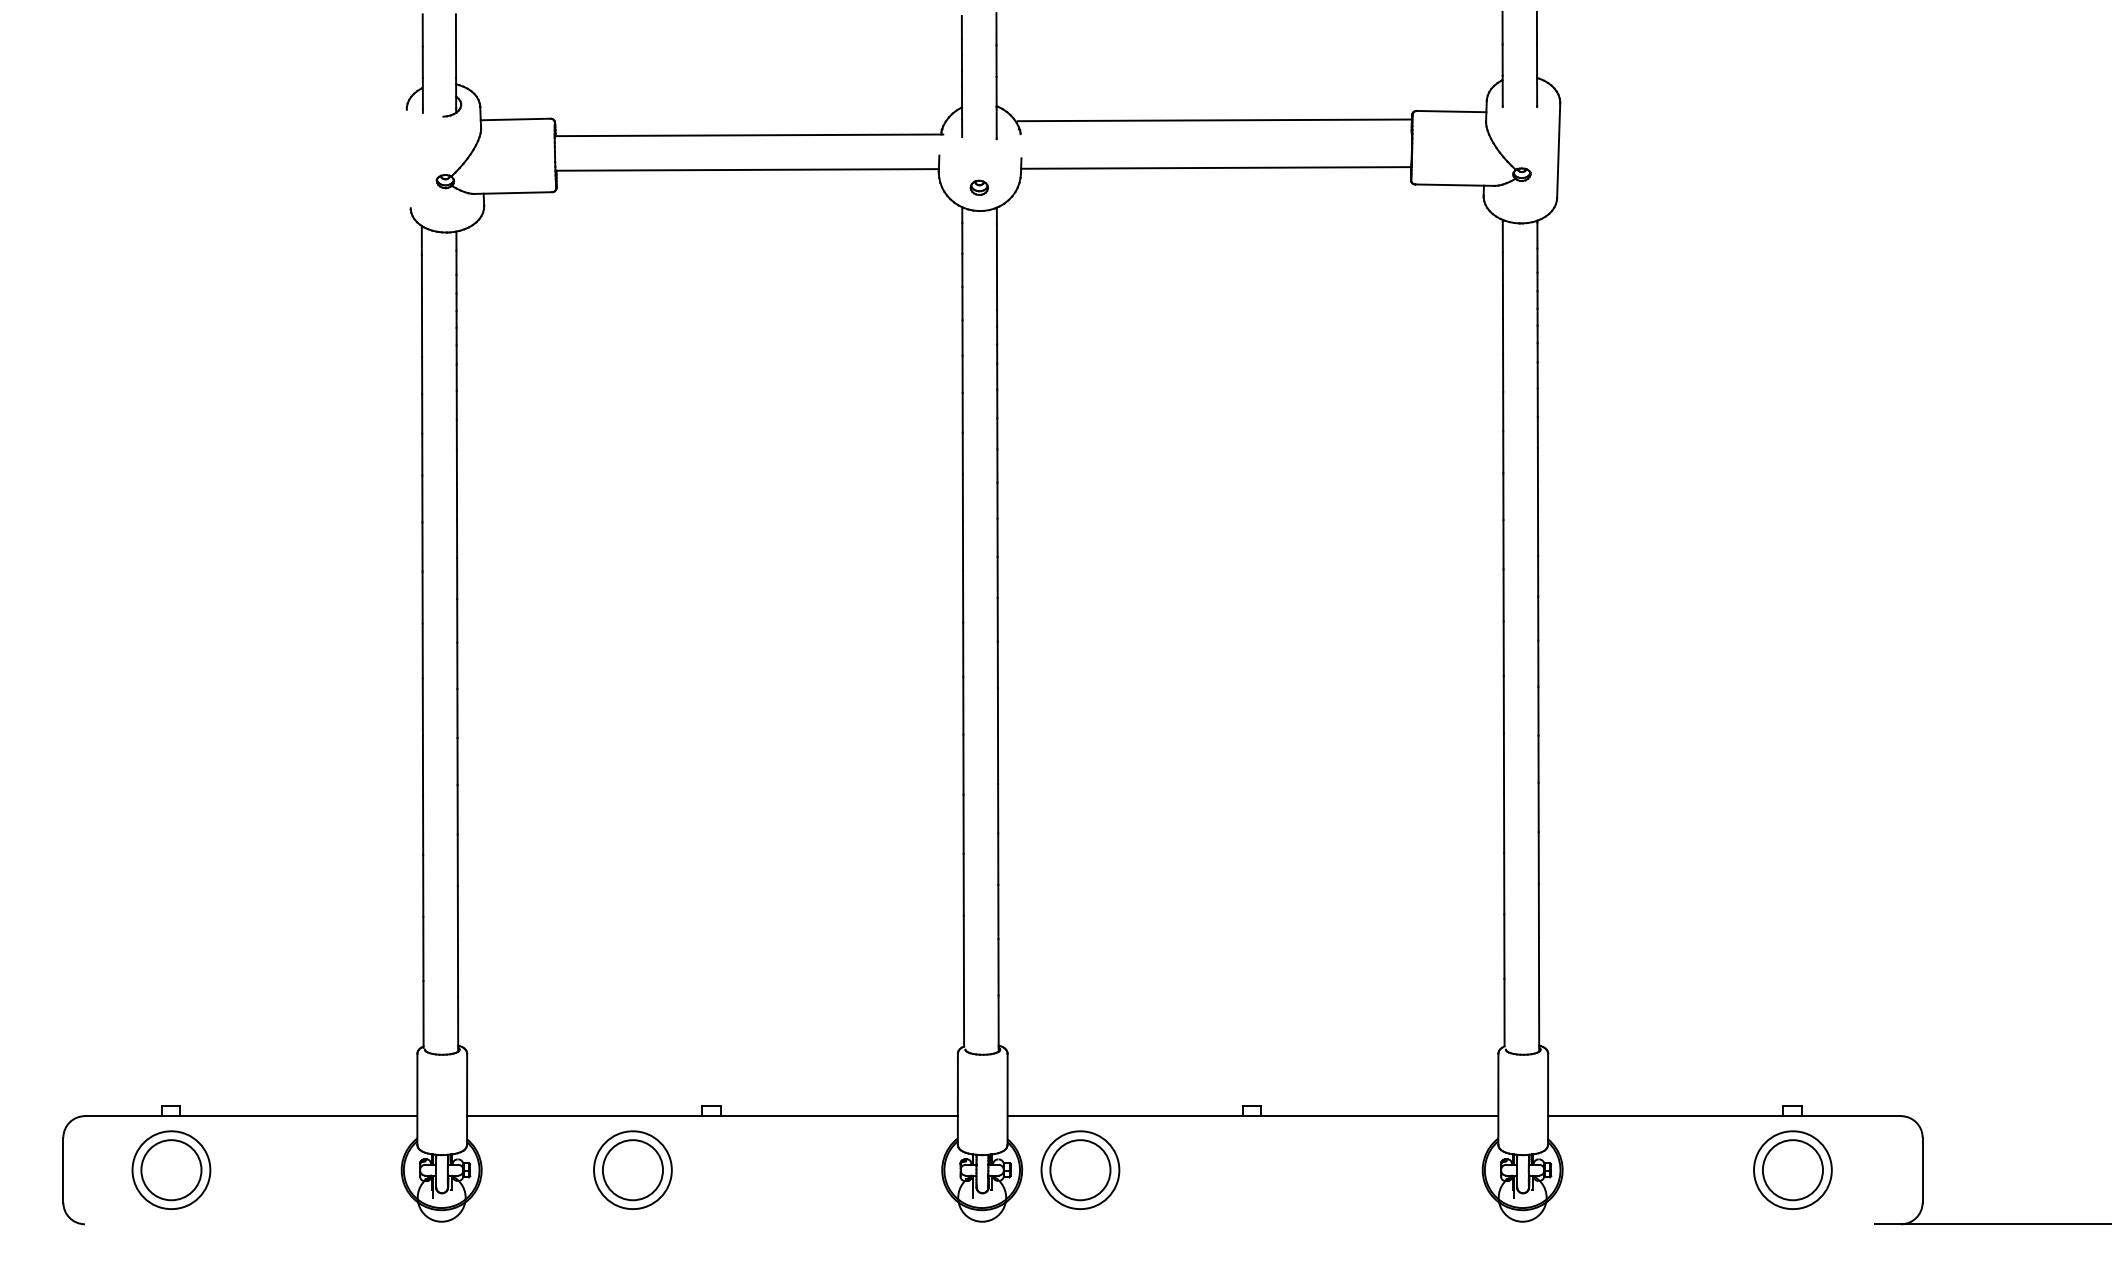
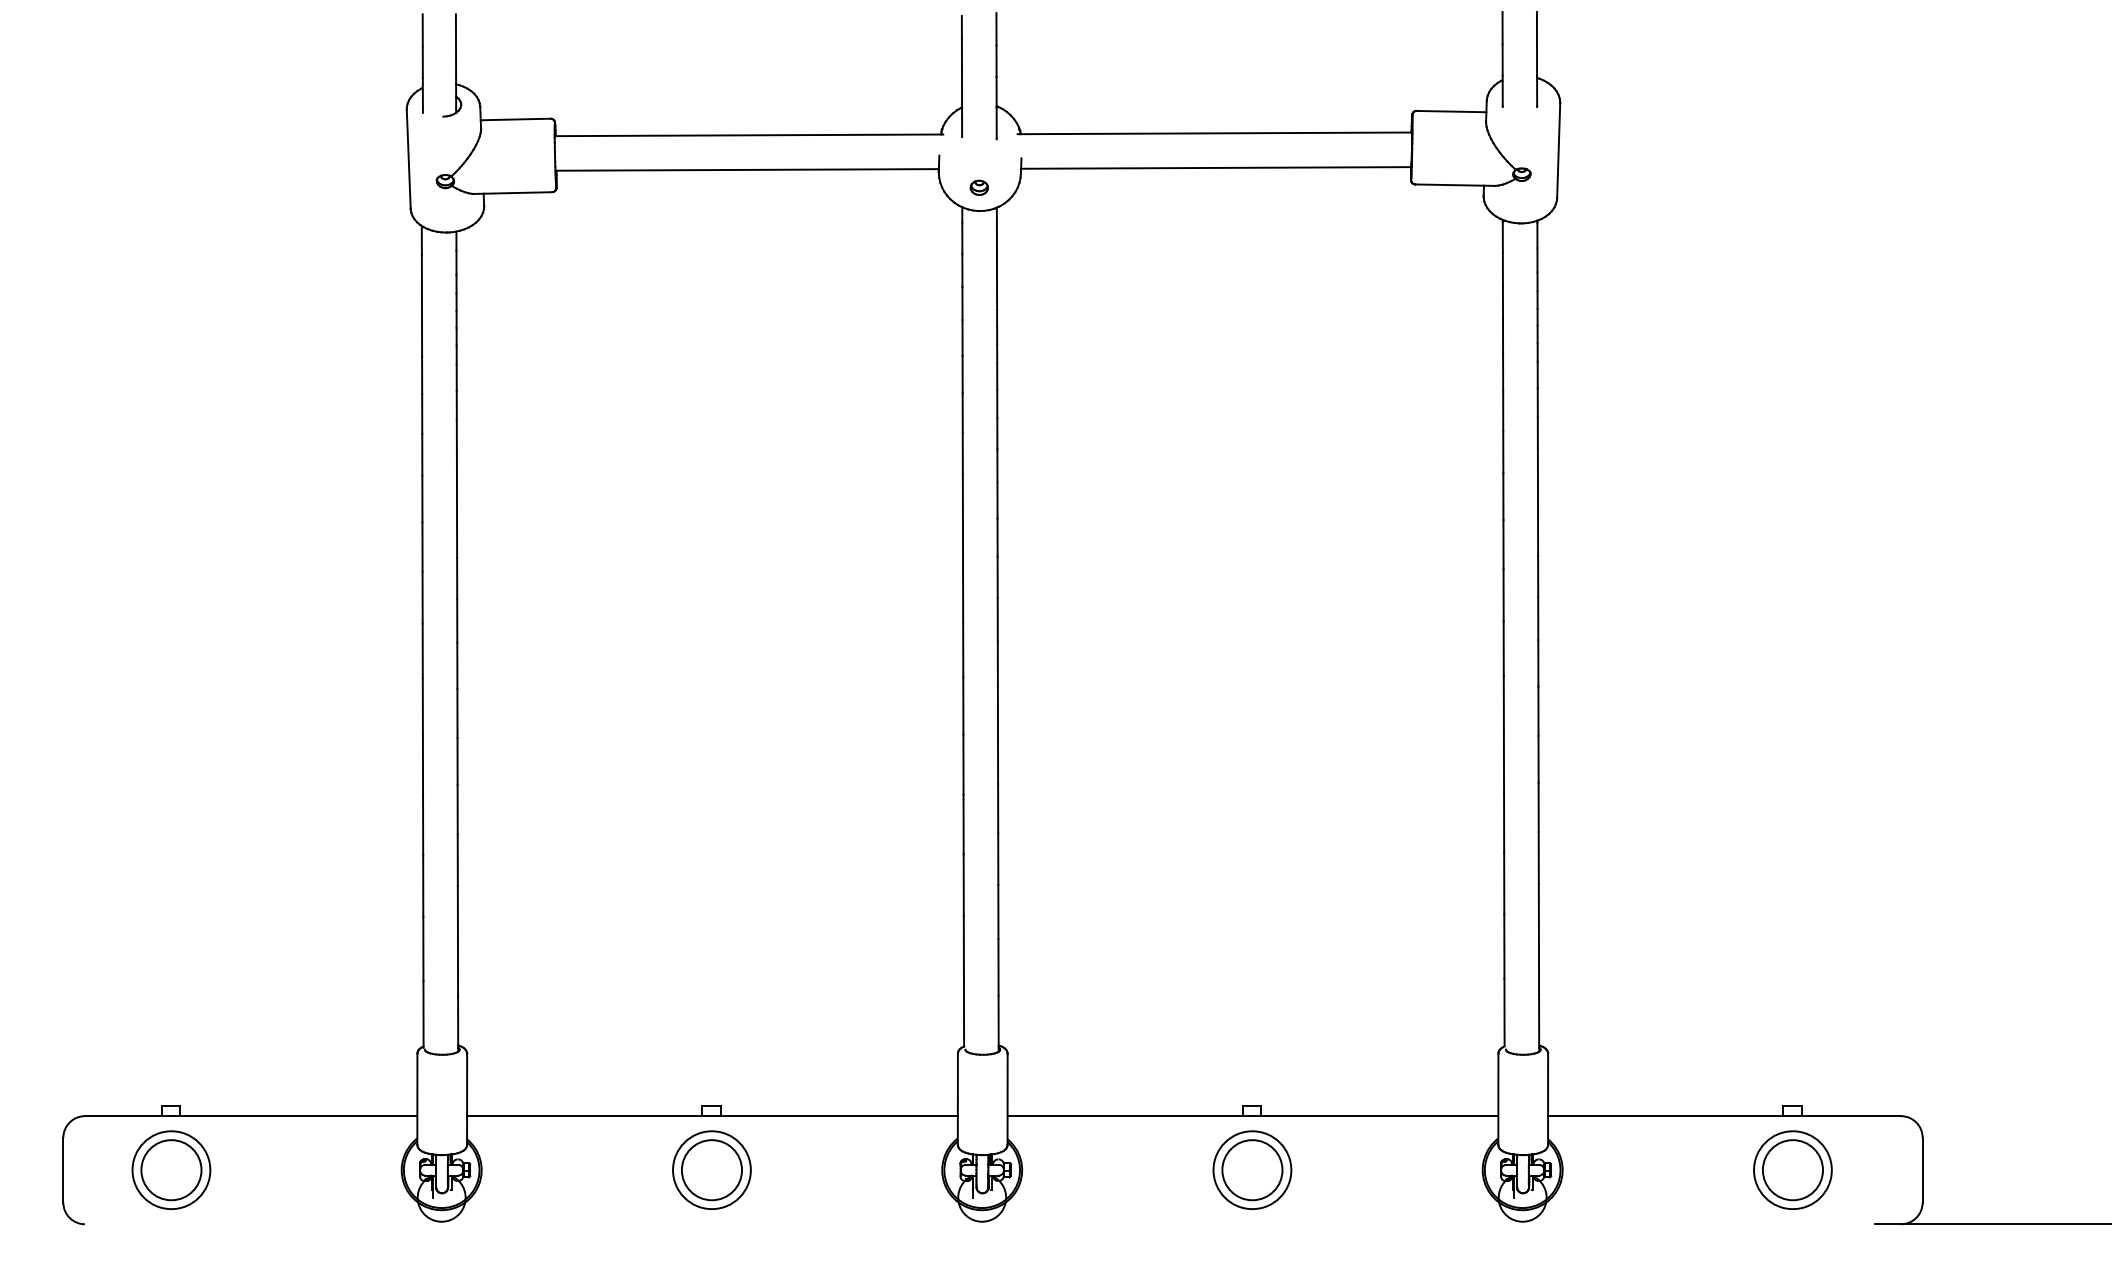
line at (1214, 120) position: (1214, 120) -> (1214, 133)
line at (408, 158): none -> present
part at (632, 1169) position: (632, 1169) -> (711, 1169)
part at (1080, 1169) position: (1080, 1169) -> (1252, 1169)
